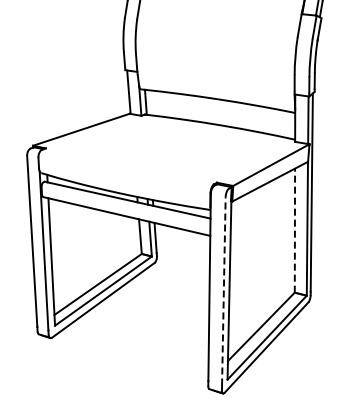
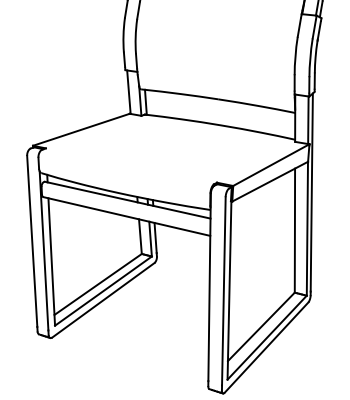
line at (294, 230): dashed -> solid
line at (223, 290): dashed -> solid
